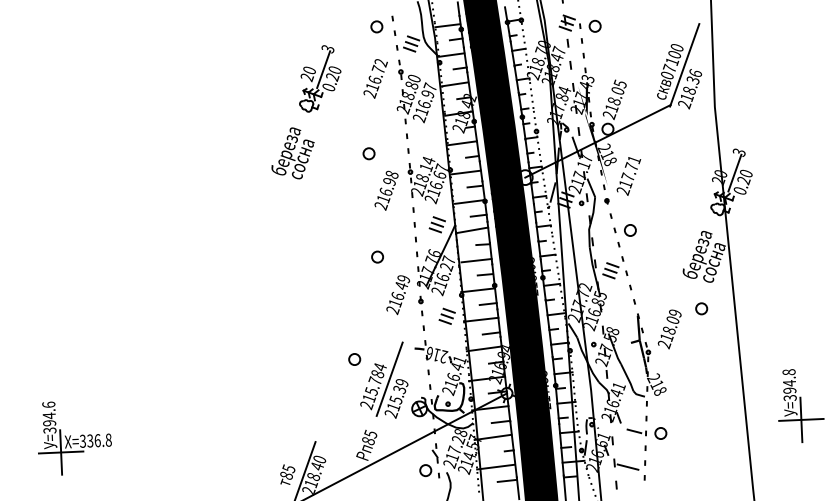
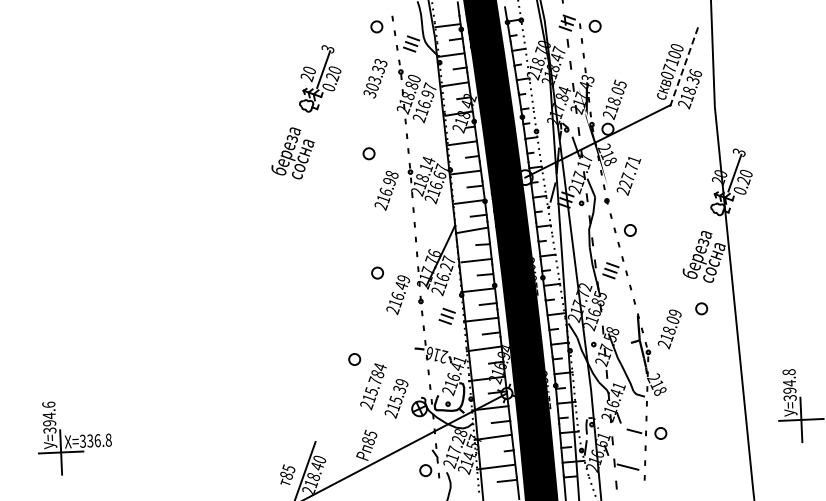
line at (684, 65): solid -> dashed
text at (375, 78): 216.72 -> 303.33
text at (625, 184): 217.71 -> 227.71
part at (436, 224): present -> none
circle at (377, 256) position: (377, 256) -> (377, 272)
line at (389, 378): present -> none
